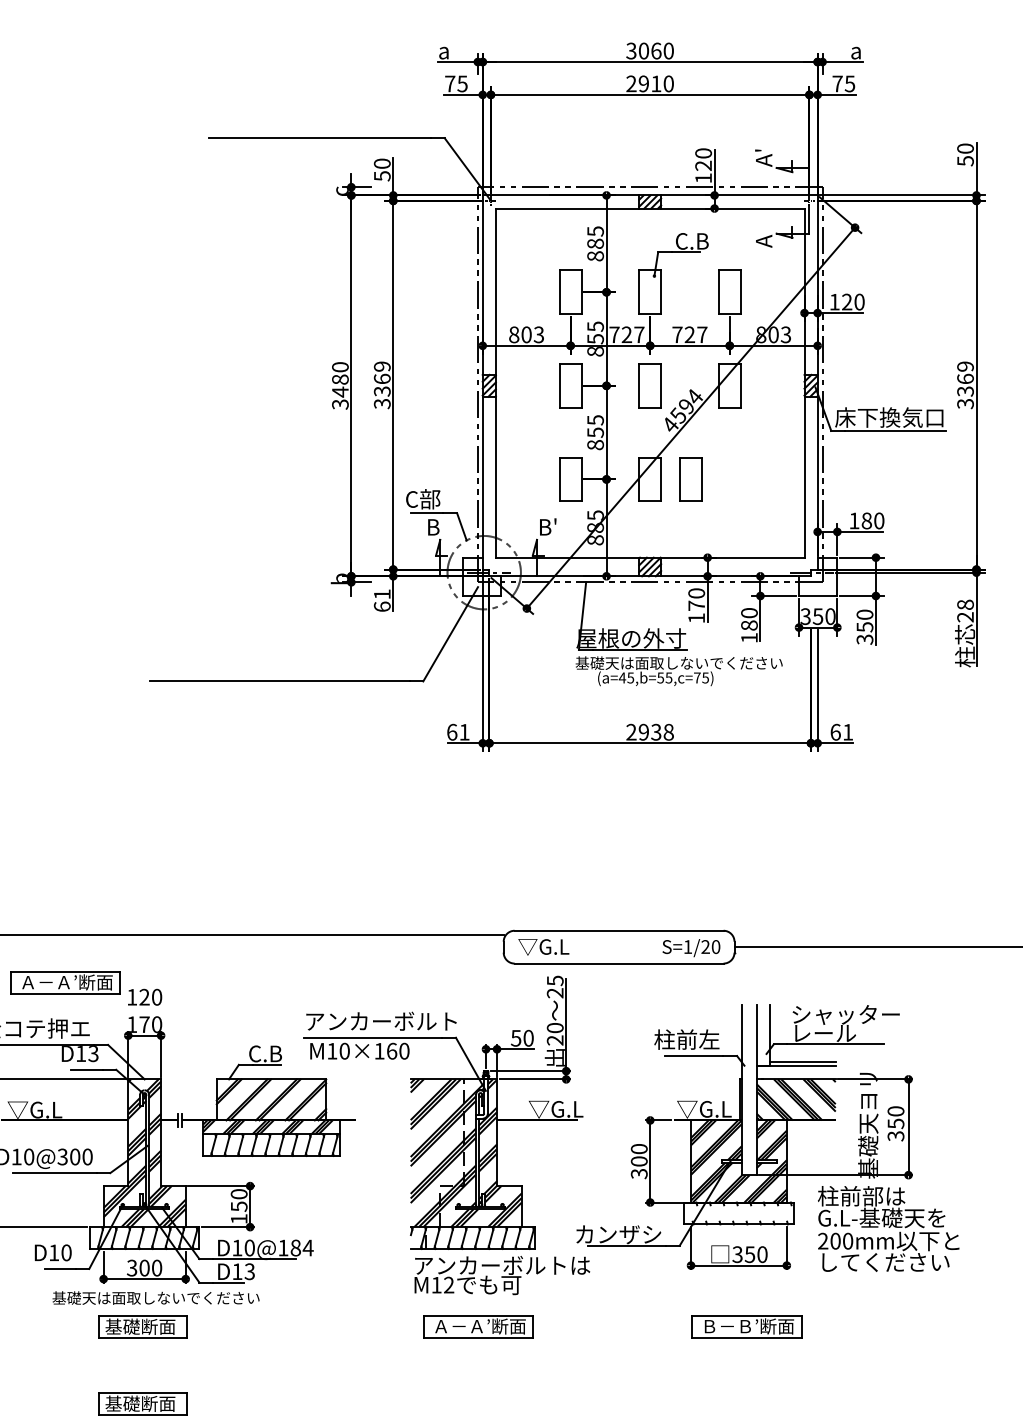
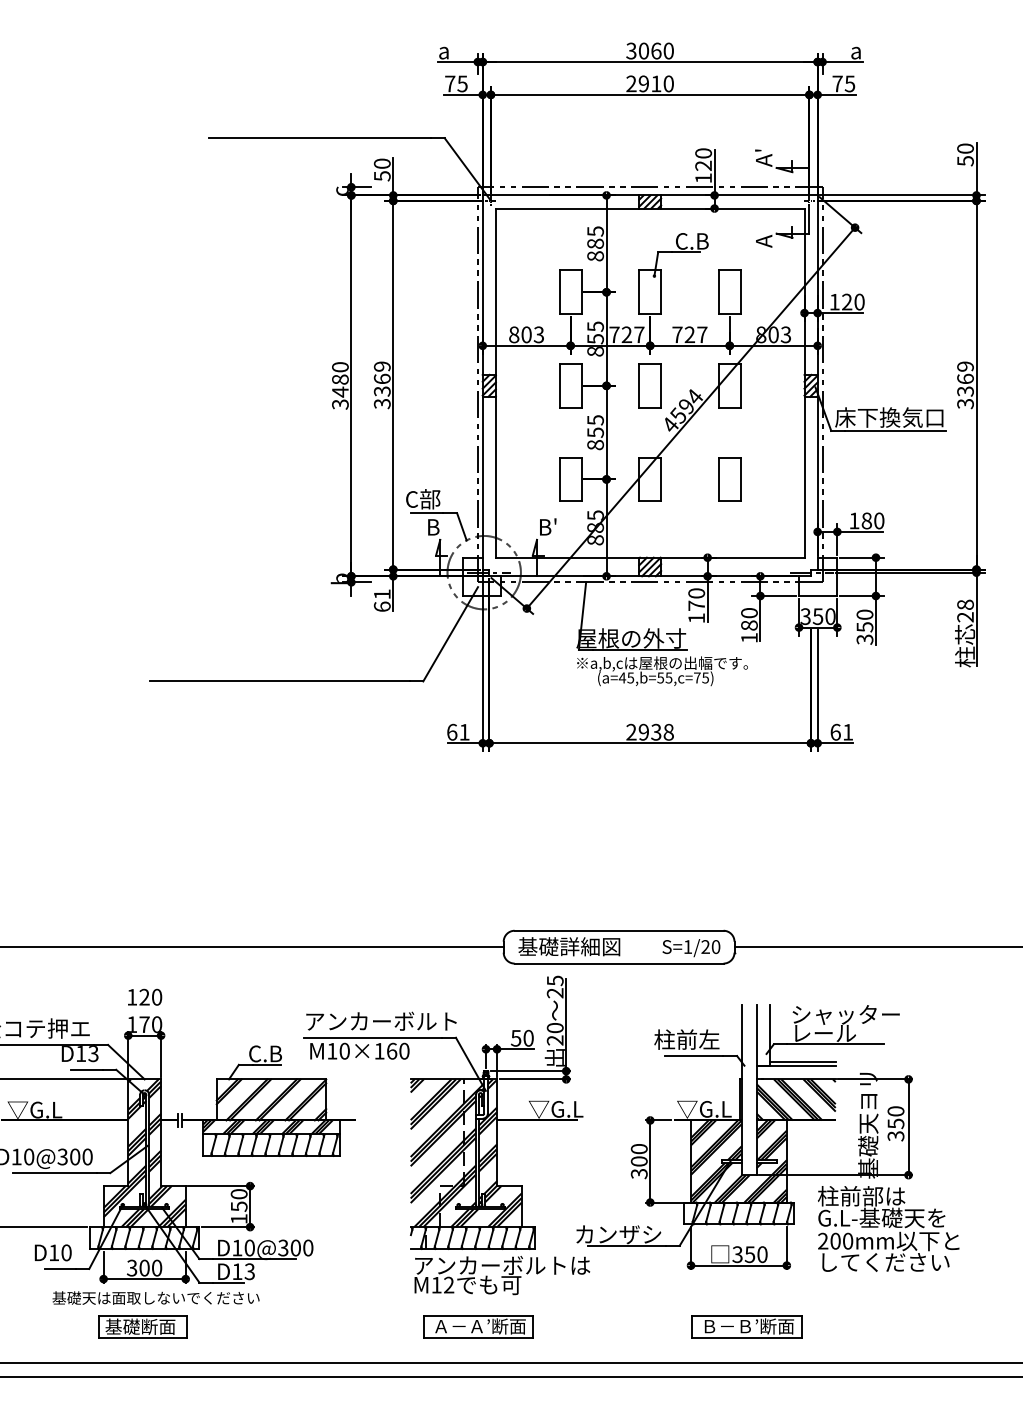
part at (690, 479) position: (690, 479) -> (729, 479)
text at (678, 663): 基礎天は面取しないでください -> ※a,b,cは屋根の出幅です。
line at (252, 935) position: (252, 935) -> (252, 947)
text at (569, 946): ▽G.L -> 基礎詳細図
part at (65, 982): present -> none
hatch at (738, 1213): none -> present
text at (295, 1247): D10@184 -> D10@300
line at (510, 1362): none -> present
line at (510, 1377): none -> present
part at (142, 1403): present -> none
